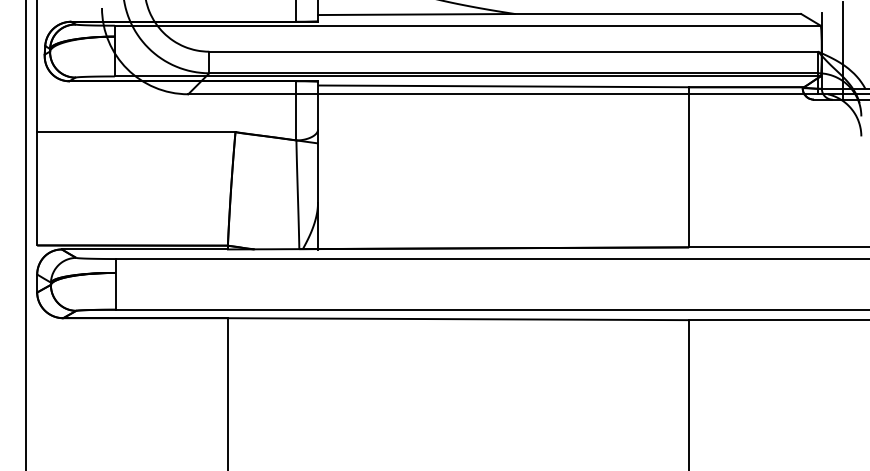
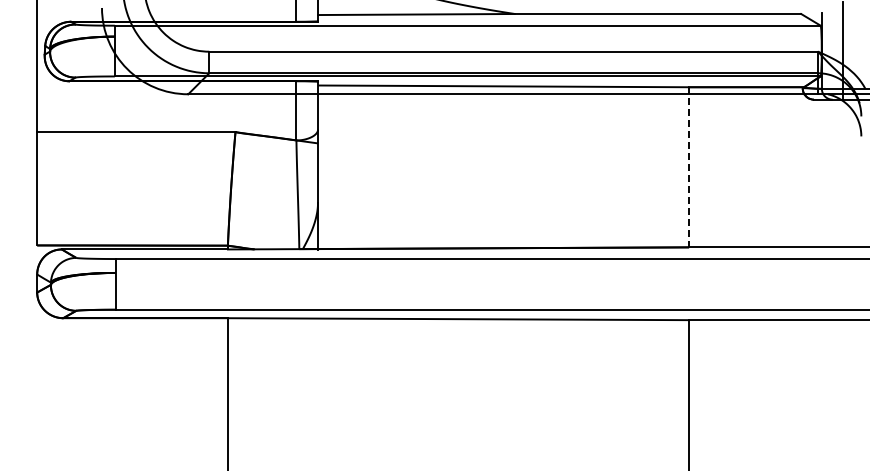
line at (689, 167): solid -> dashed
line at (26, 234): present -> none
